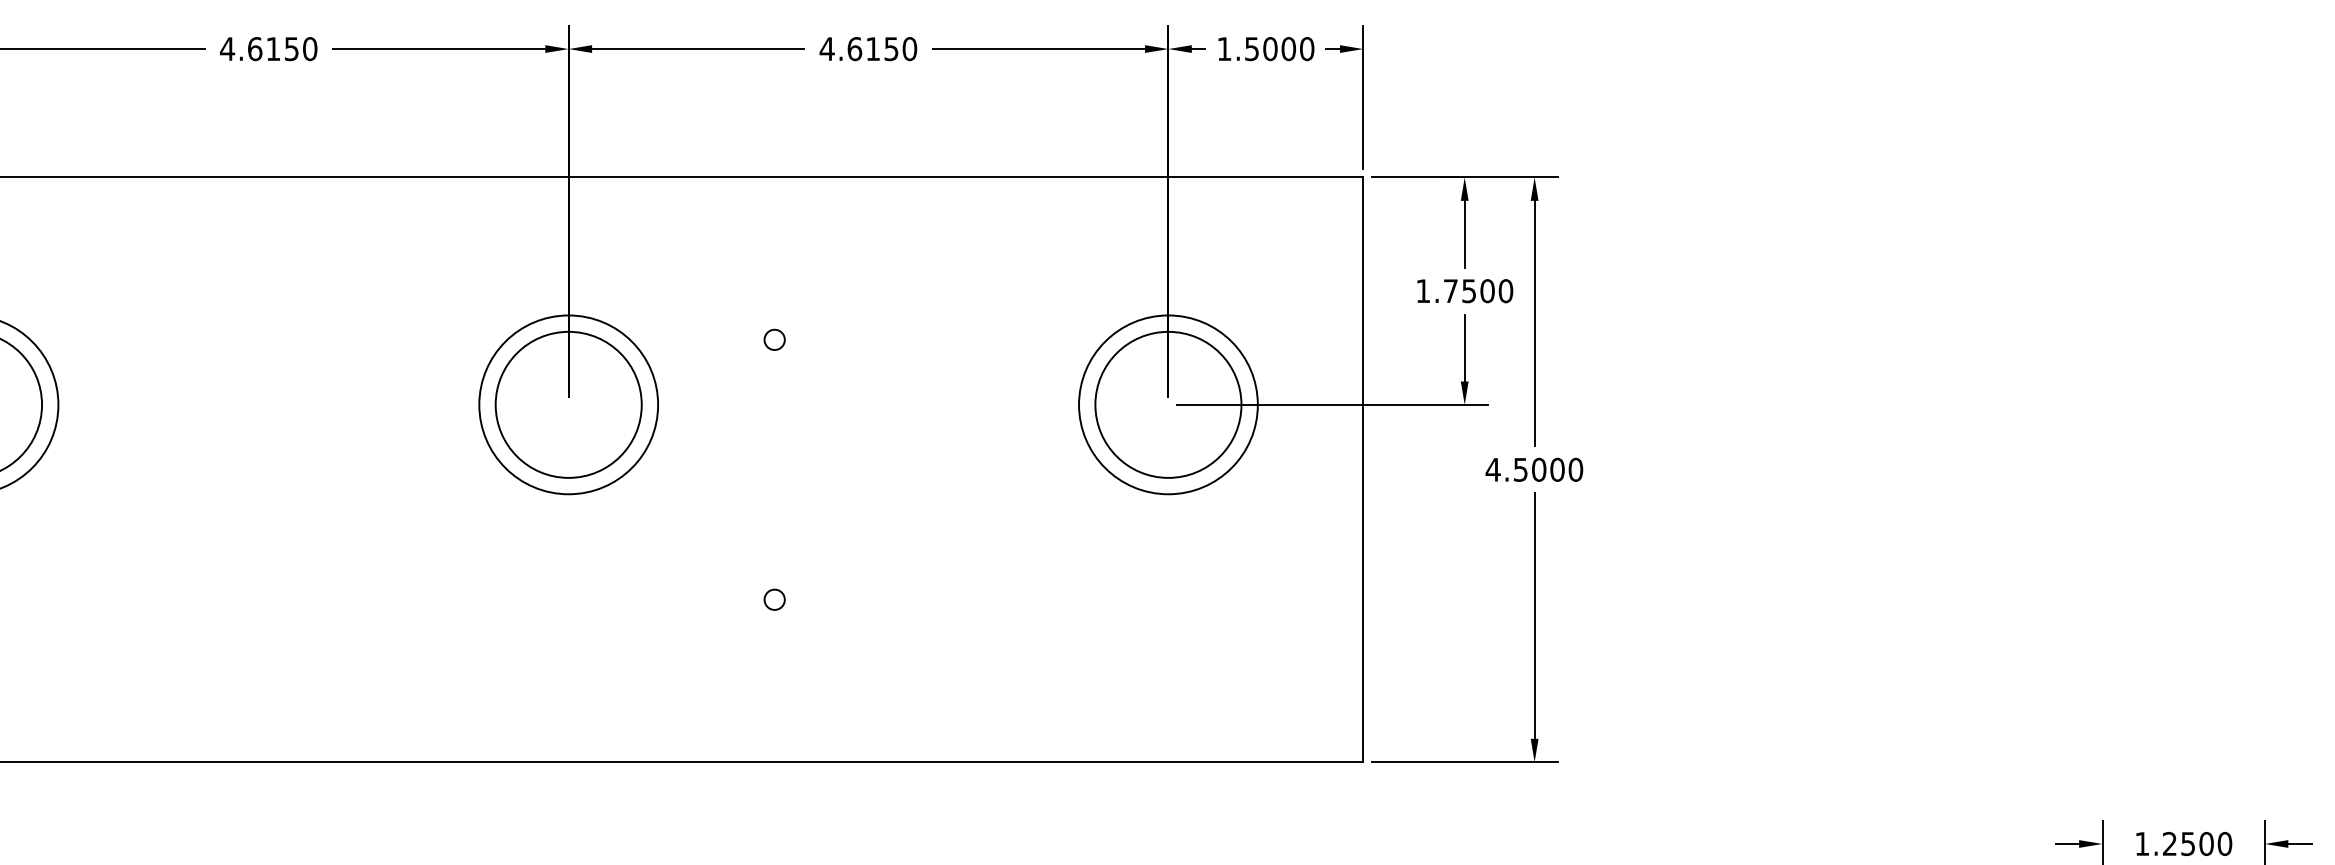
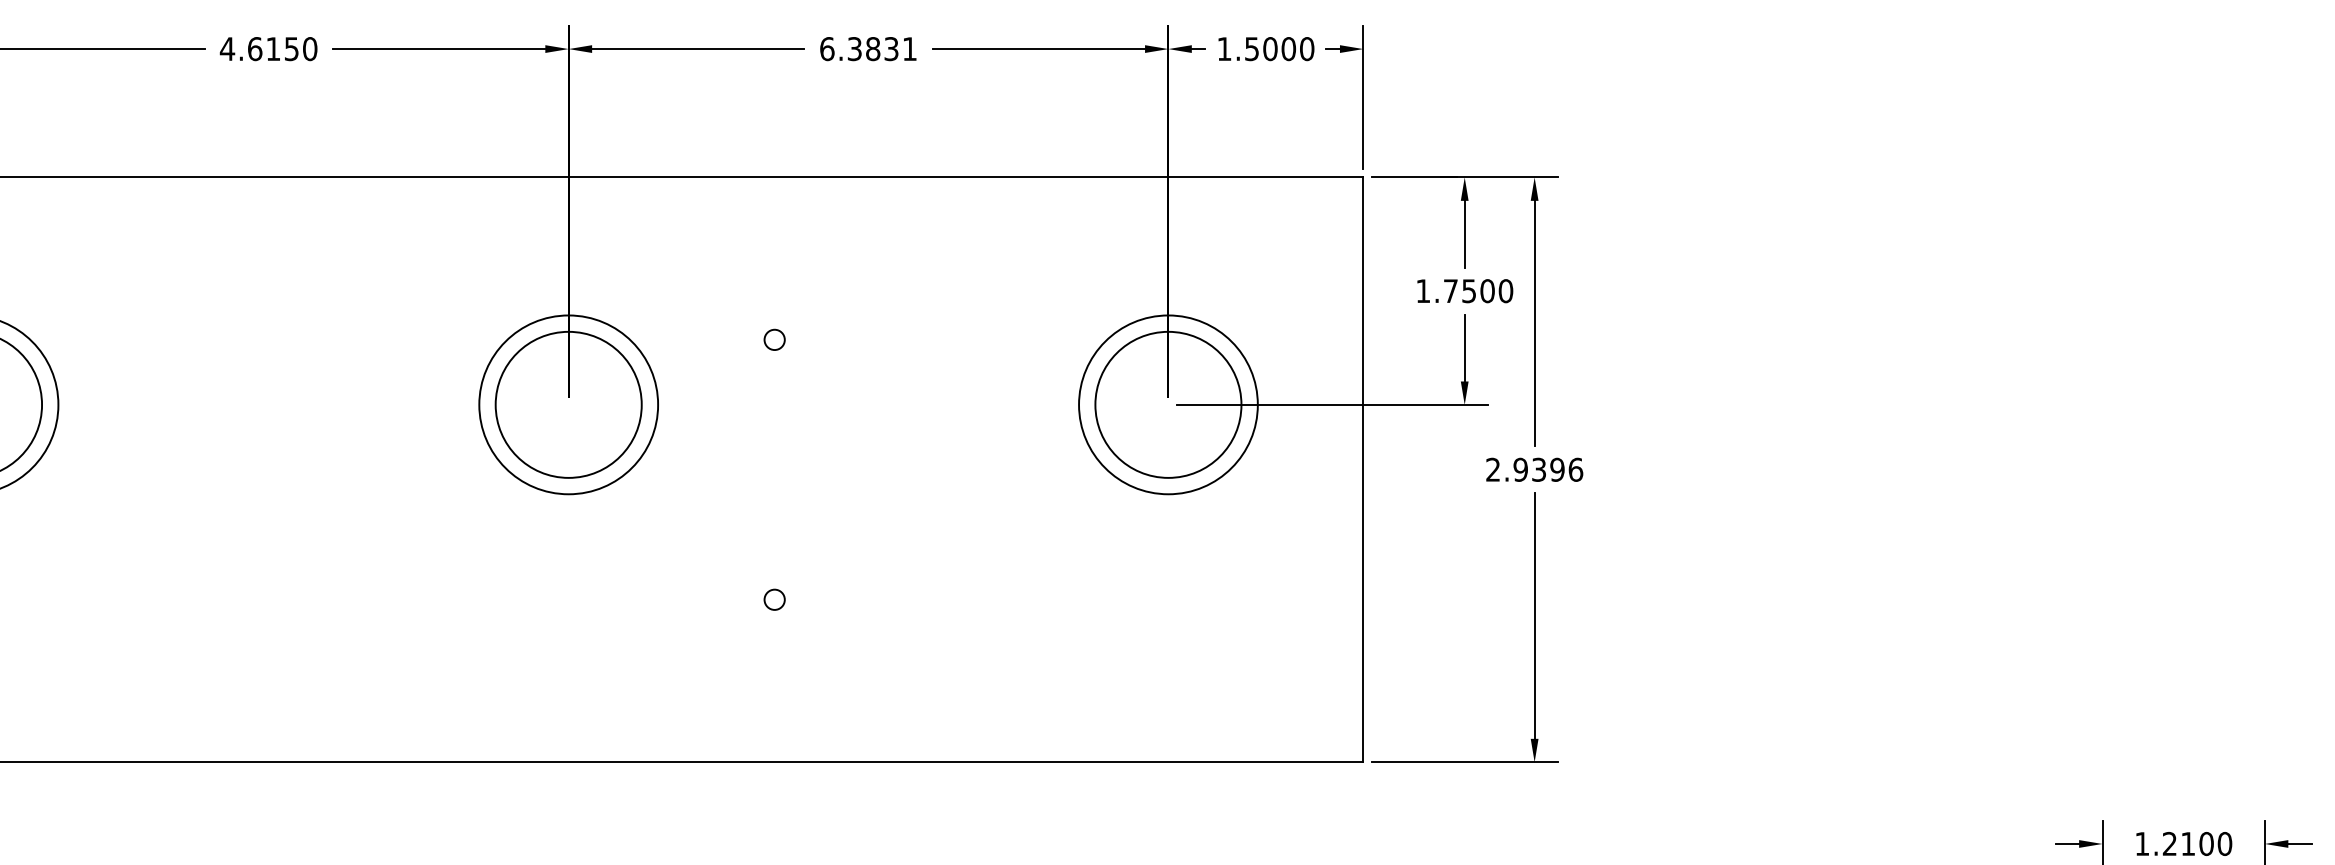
text at (868, 49): 4.6150 -> 6.3831
text at (1534, 469): 4.5000 -> 2.9396
text at (2187, 844): 1.2500 -> 1.2100
